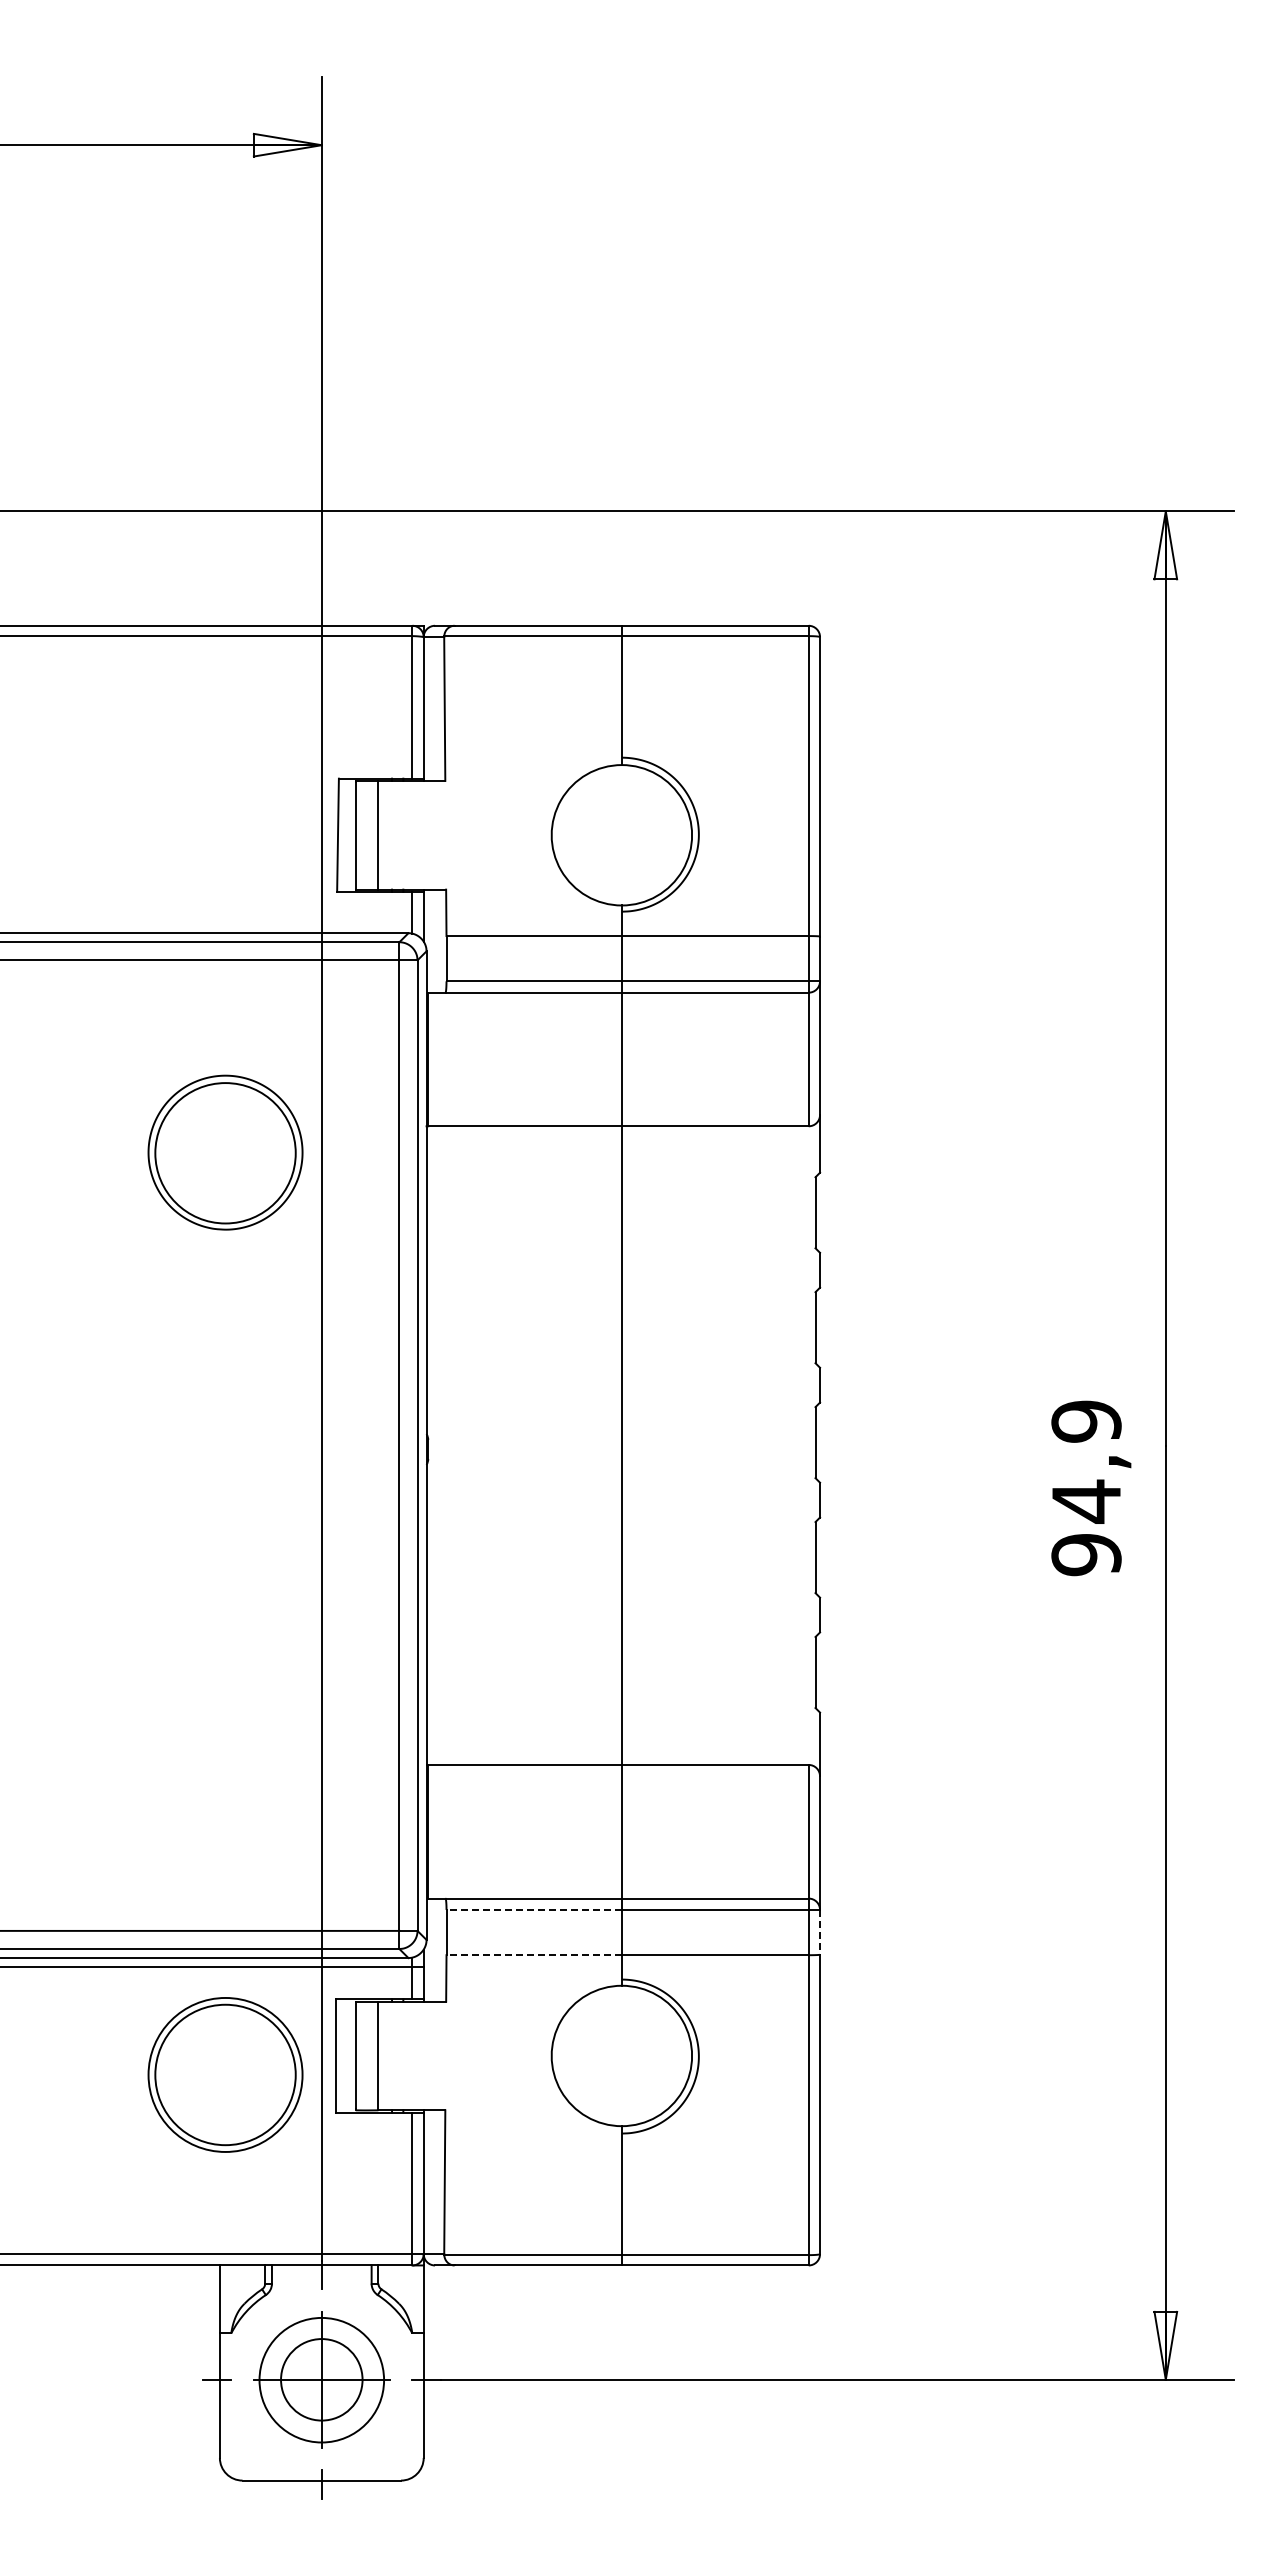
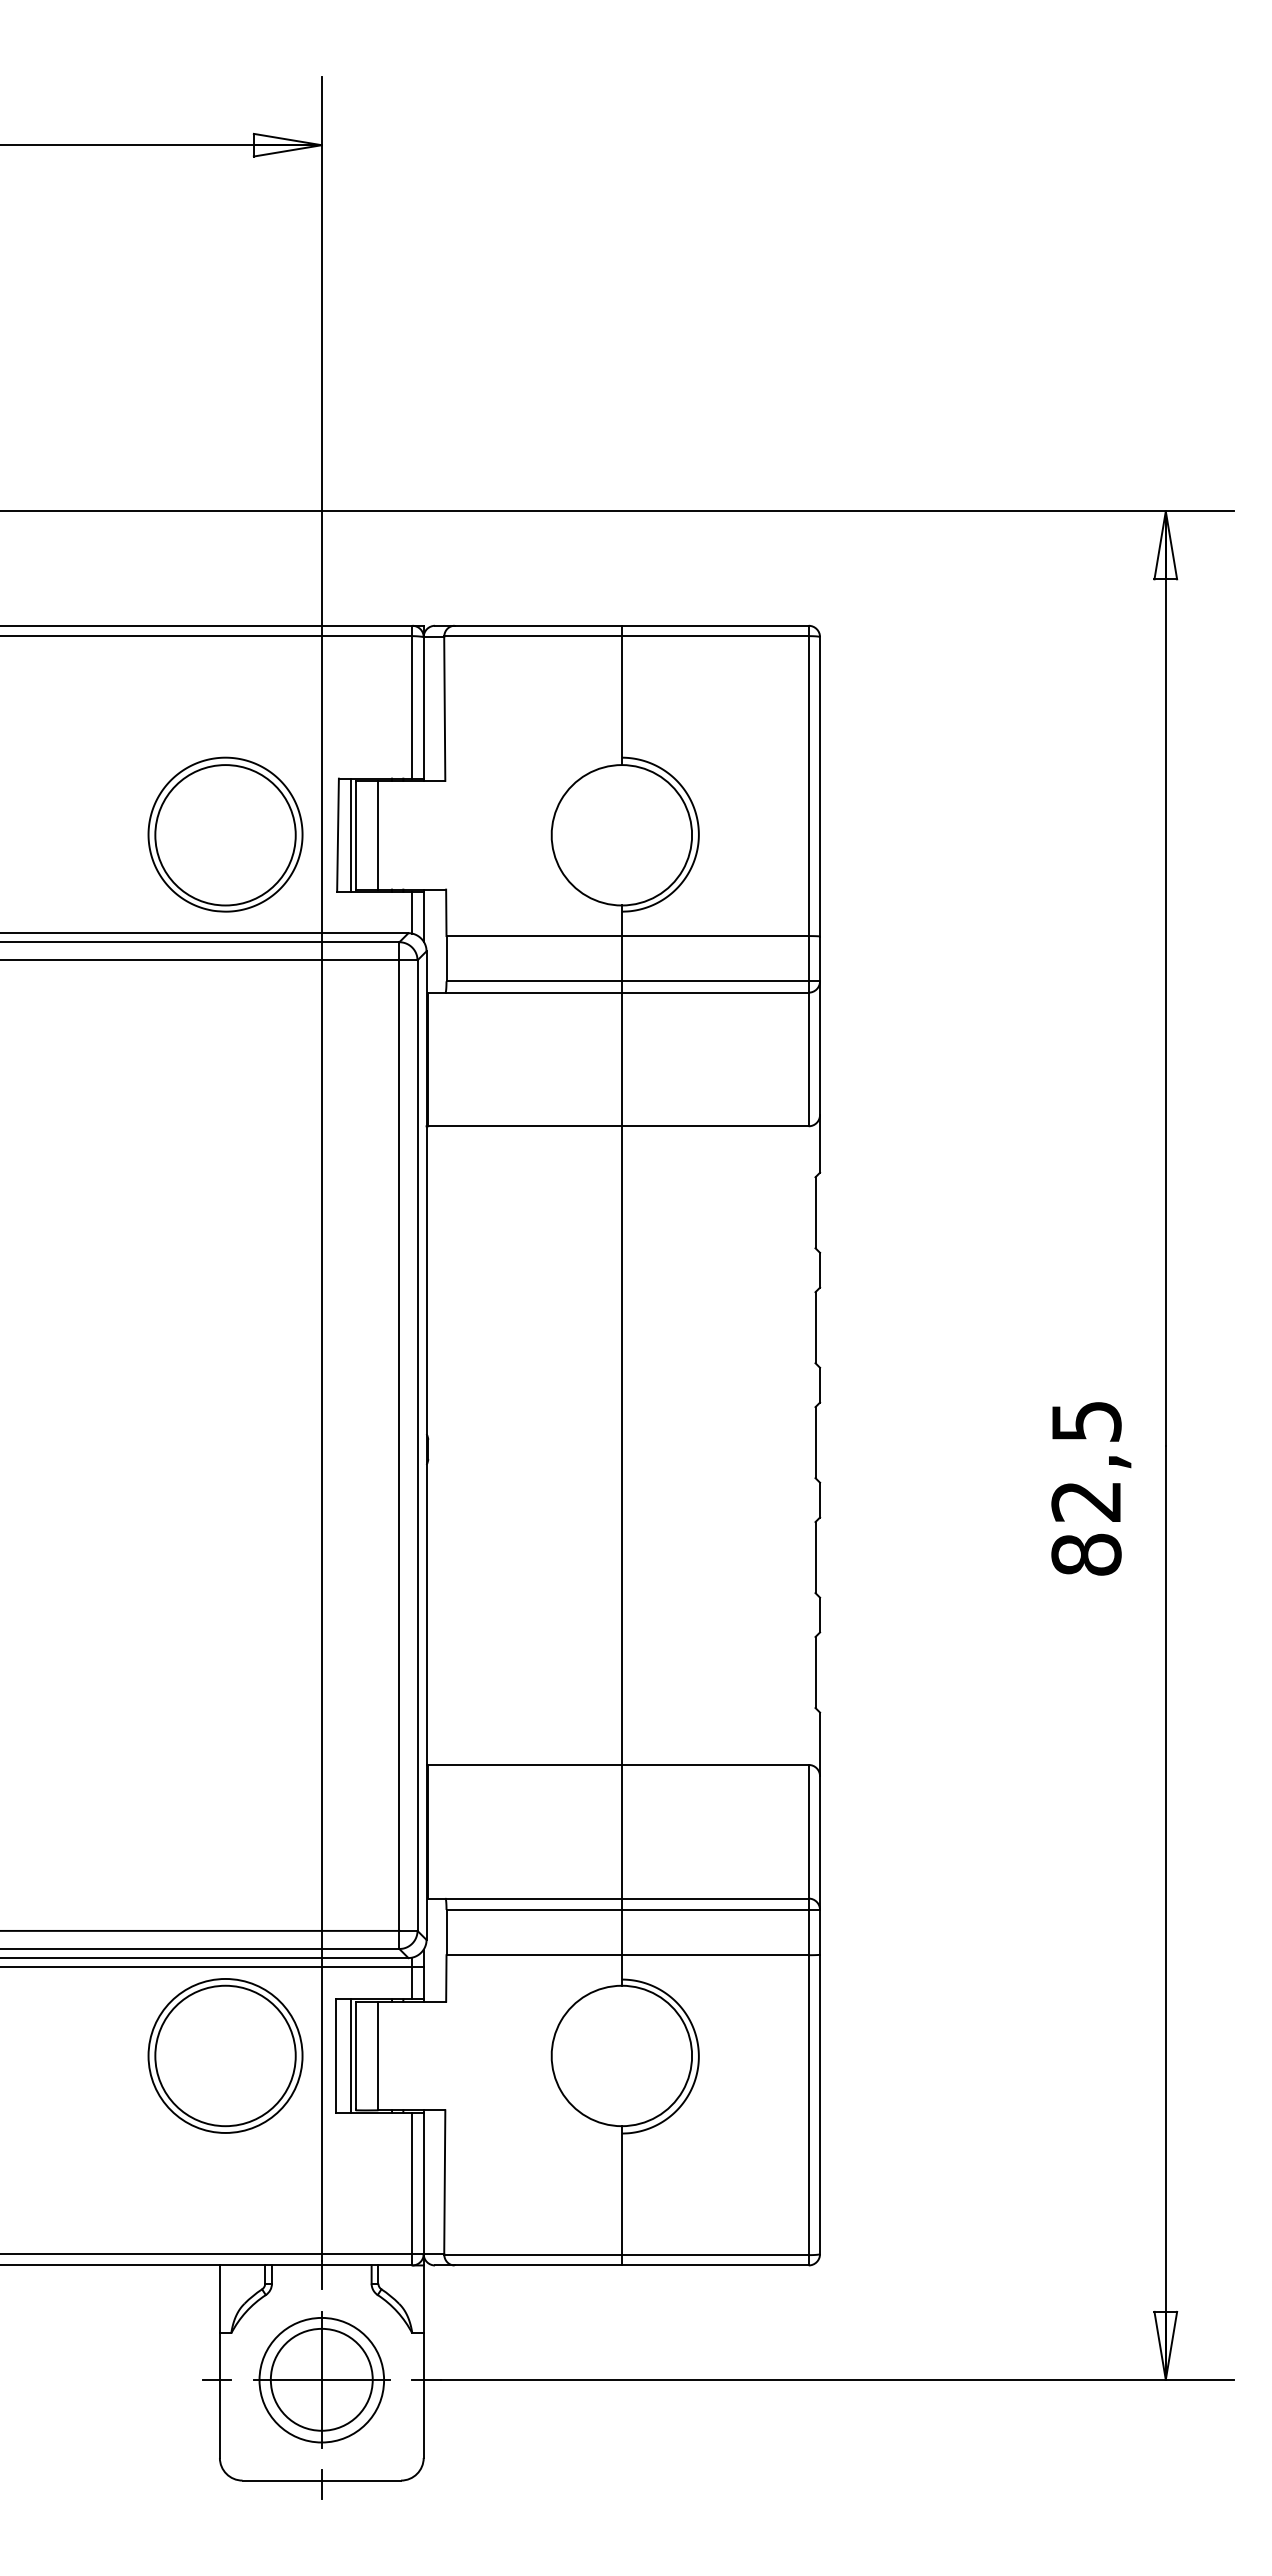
line at (351, 834): none -> present
part at (225, 1152) position: (225, 1152) -> (225, 834)
text at (1086, 1488): 94,9 -> 82,5
line at (534, 1909): dashed -> solid
line at (820, 1932): dashed -> solid
line at (534, 1955): dashed -> solid
line at (351, 2055): none -> present
part at (225, 2074) position: (225, 2074) -> (225, 2055)
circle at (321, 2379) diameter: 82 px -> 102 px
